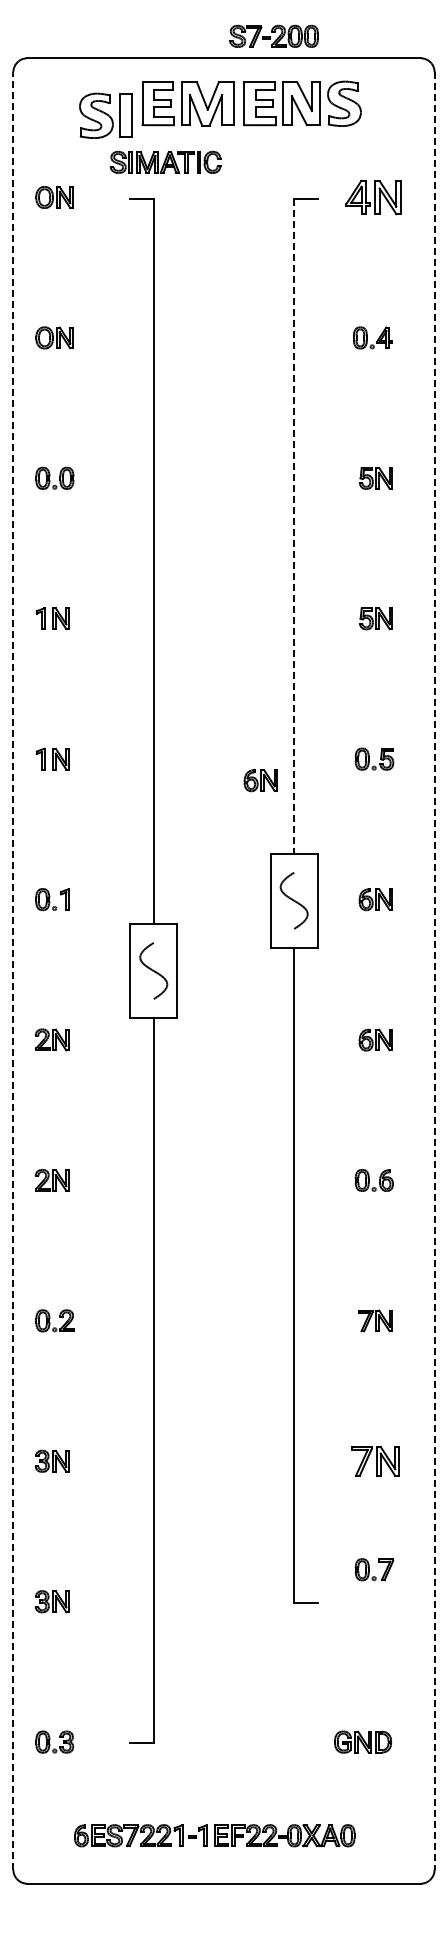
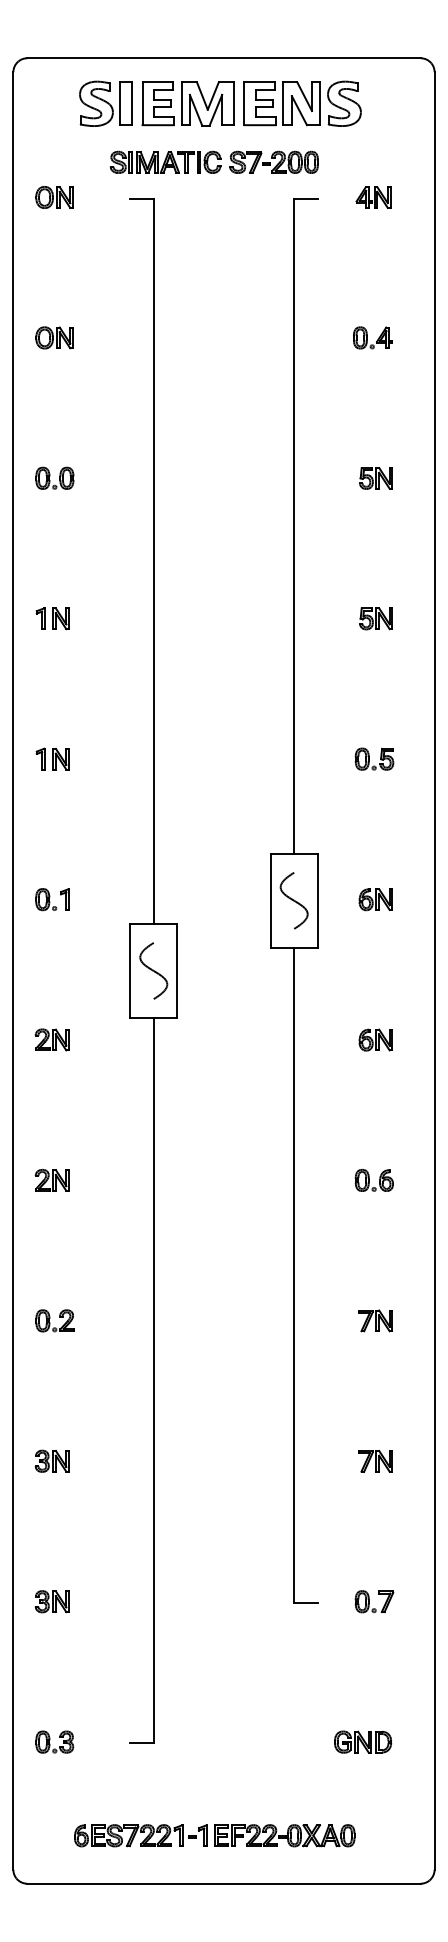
part at (273, 35) position: (273, 35) -> (273, 161)
part at (105, 115) position: (105, 115) -> (105, 103)
part at (373, 197) size: 57x36 px -> 37x23 px
line at (294, 526): dashed -> solid
part at (260, 780): present -> none
line at (13, 970): dashed -> solid
line at (434, 970): dashed -> solid
part at (375, 1461) size: 49x31 px -> 35x24 px
part at (374, 1569) position: (374, 1569) -> (374, 1601)
